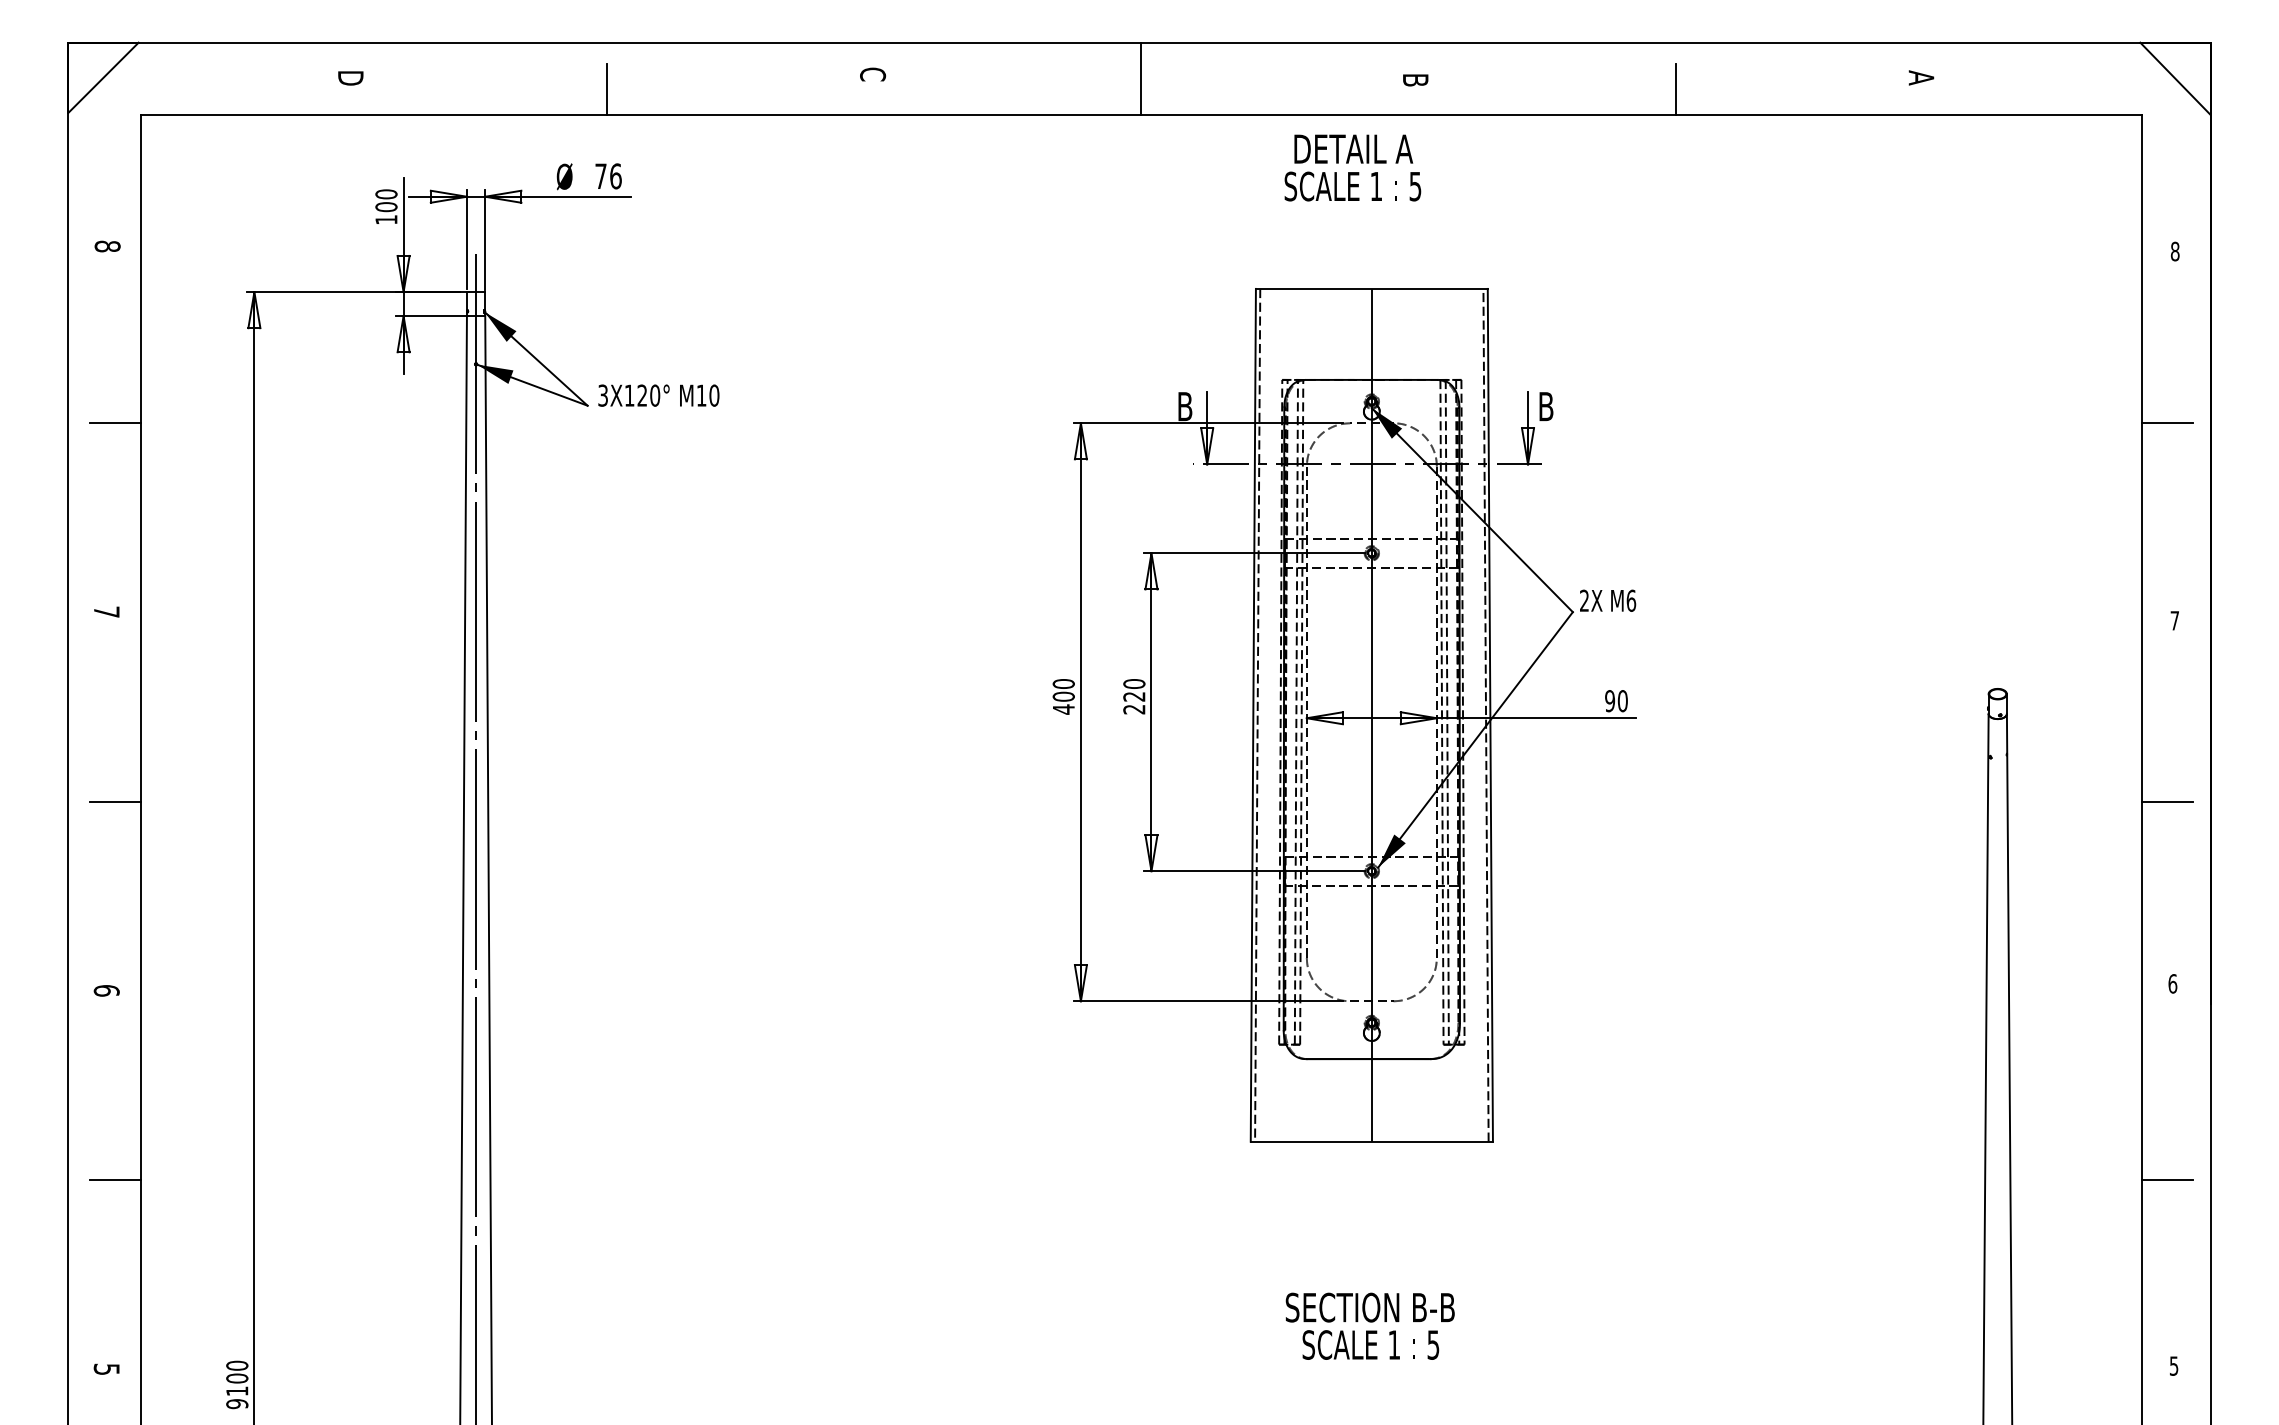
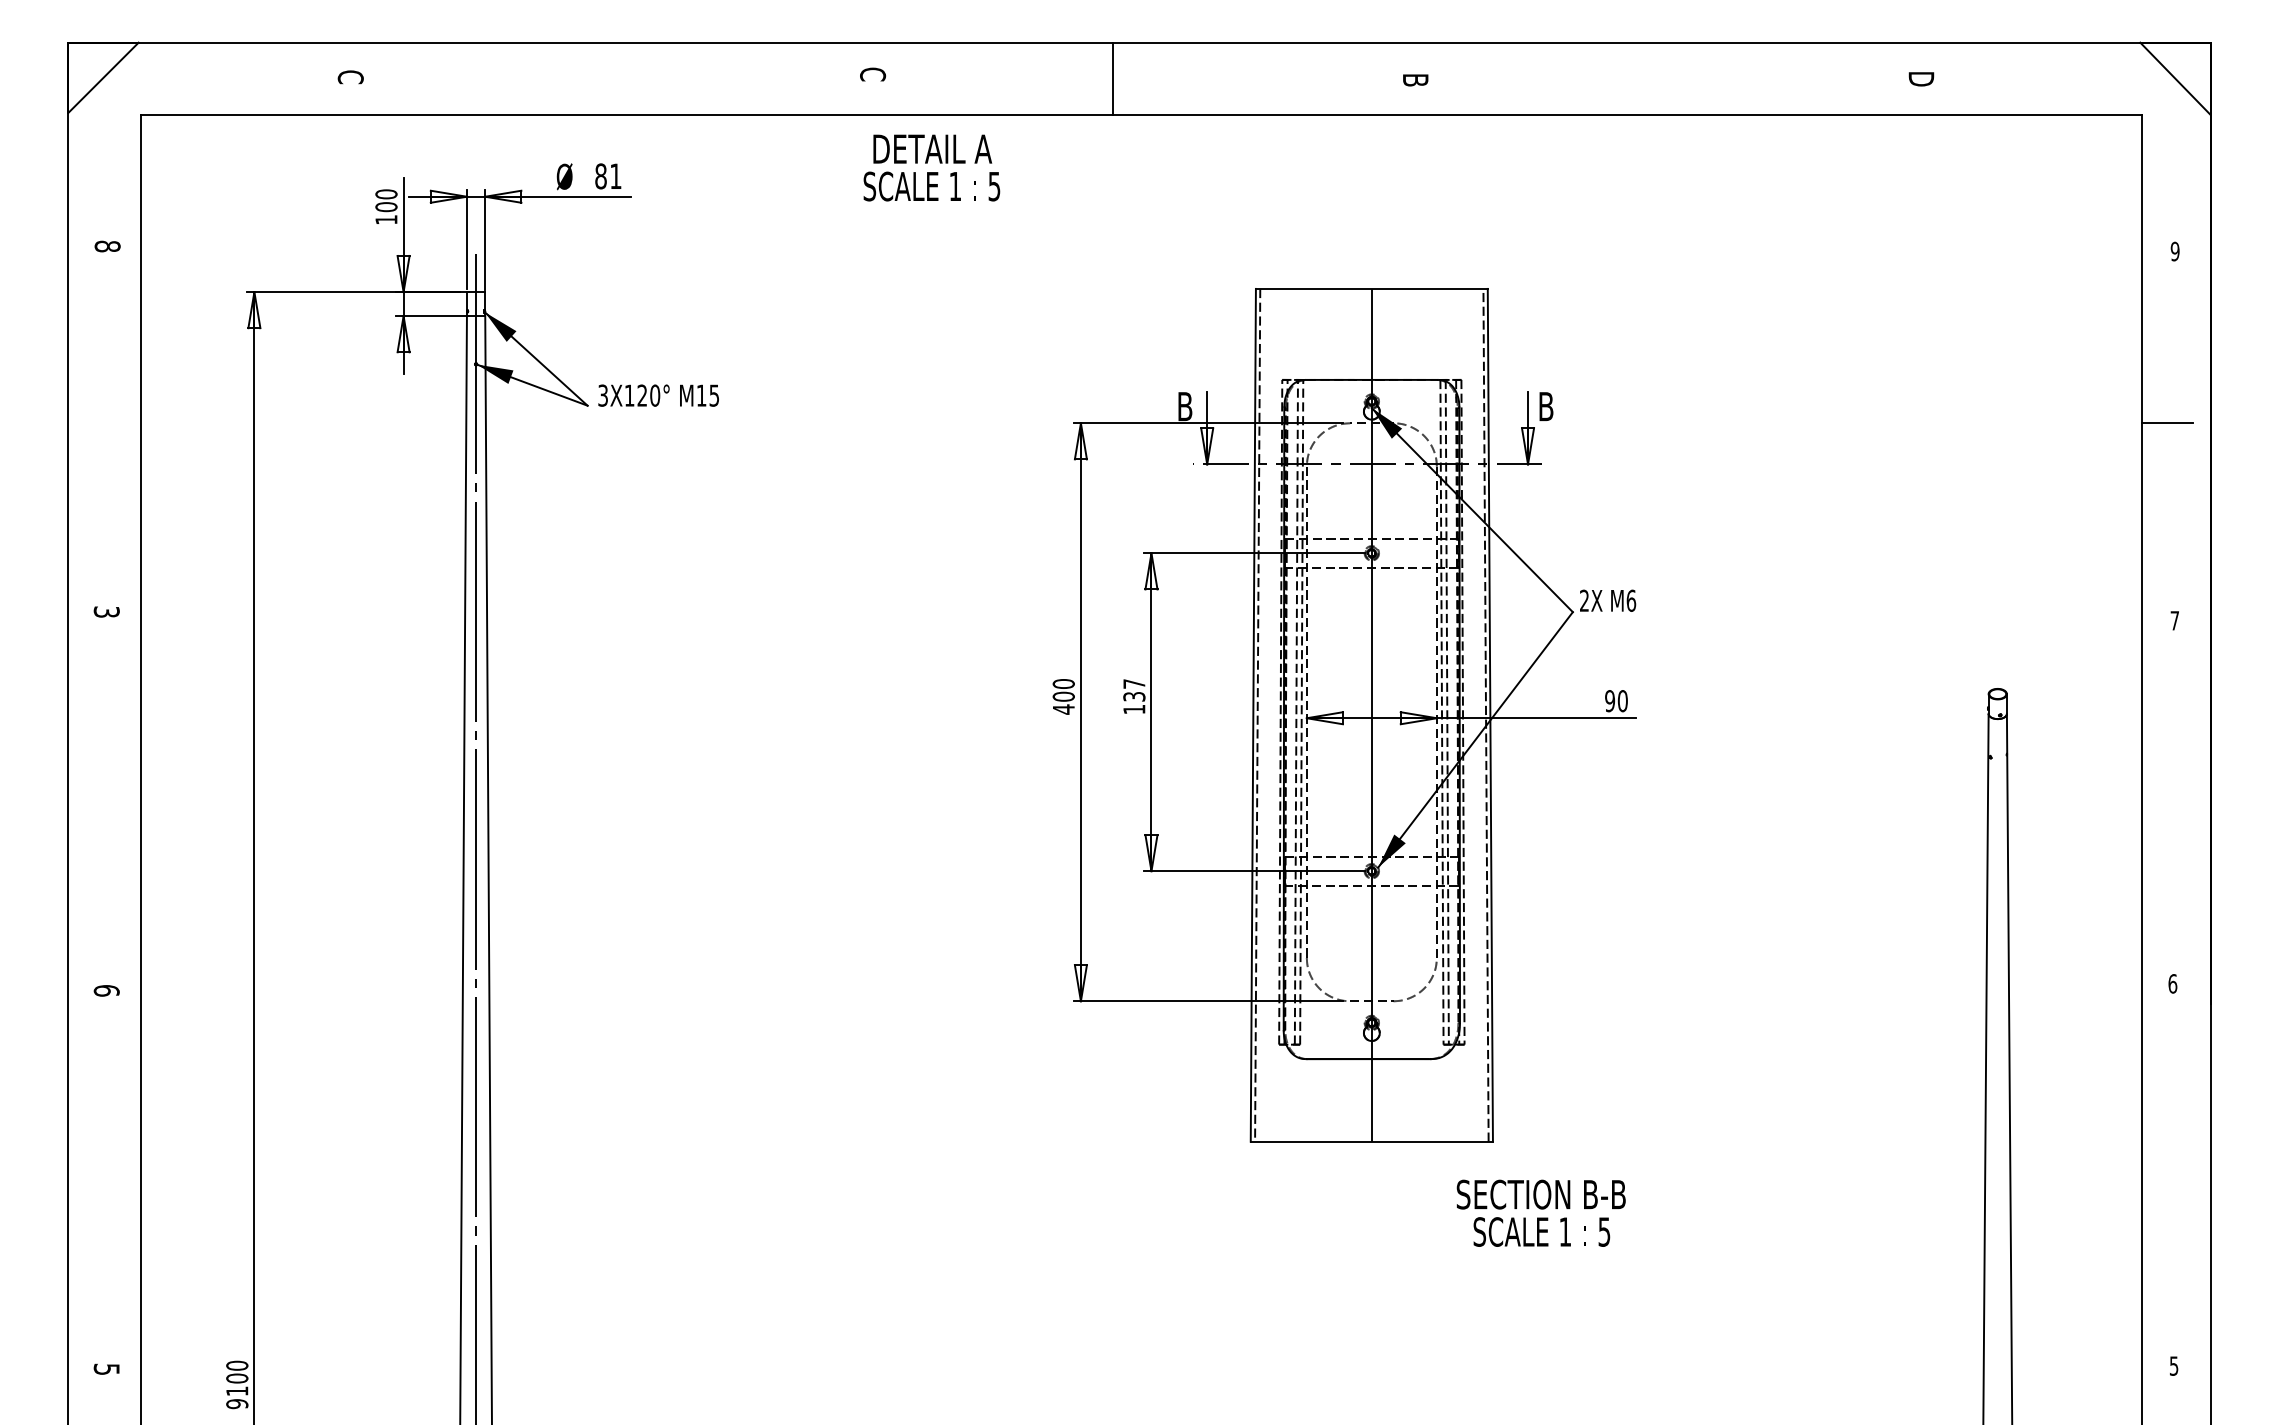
text at (350, 77): D -> C
line at (1141, 78) position: (1141, 78) -> (1113, 78)
text at (1921, 78): A -> D
line at (606, 89): present -> none
line at (1675, 89): present -> none
text at (1352, 167) position: (1352, 167) -> (931, 167)
text at (608, 176): 76 -> 81
text at (2174, 251): 8 -> 9
text at (714, 395): M10 -> M15
line at (115, 423): present -> none
text at (106, 611): 7 -> 3
text at (1134, 696): 220 -> 137
line at (115, 801): present -> none
line at (2166, 801): present -> none
line at (115, 1180): present -> none
line at (2166, 1180): present -> none
text at (1369, 1325) position: (1369, 1325) -> (1540, 1212)
